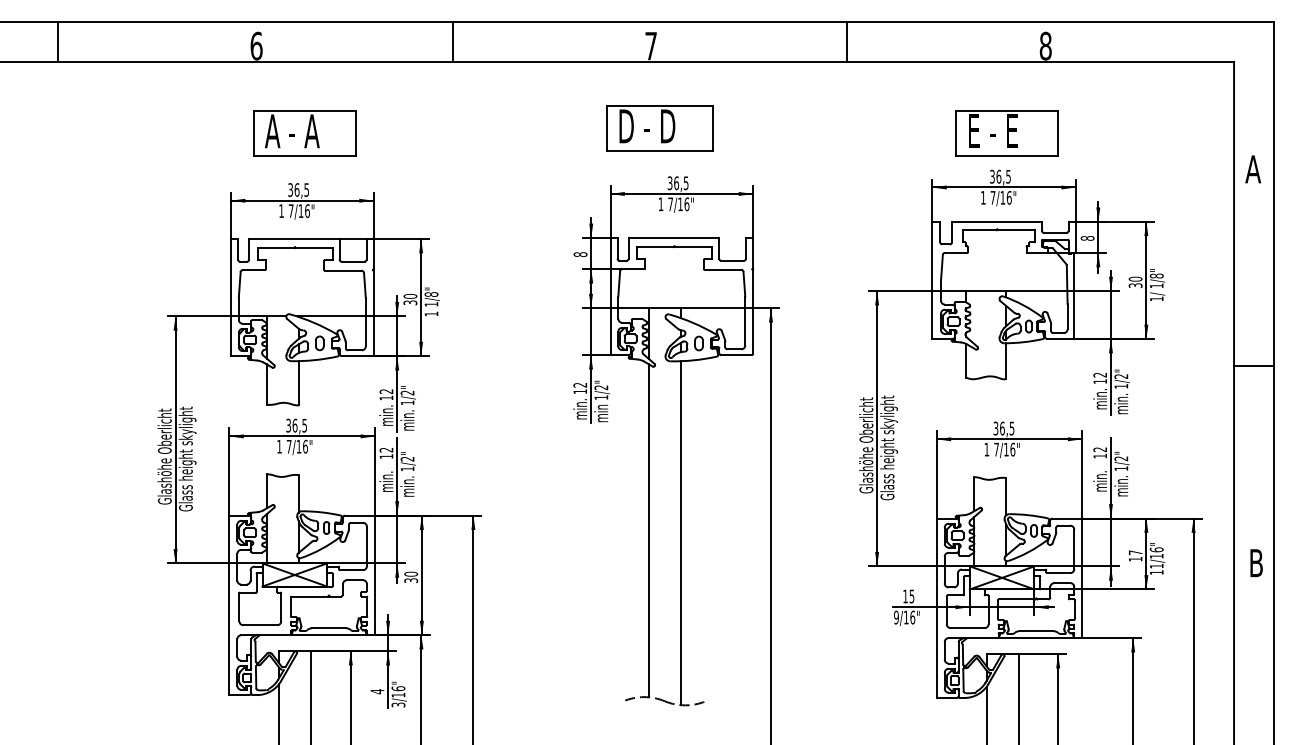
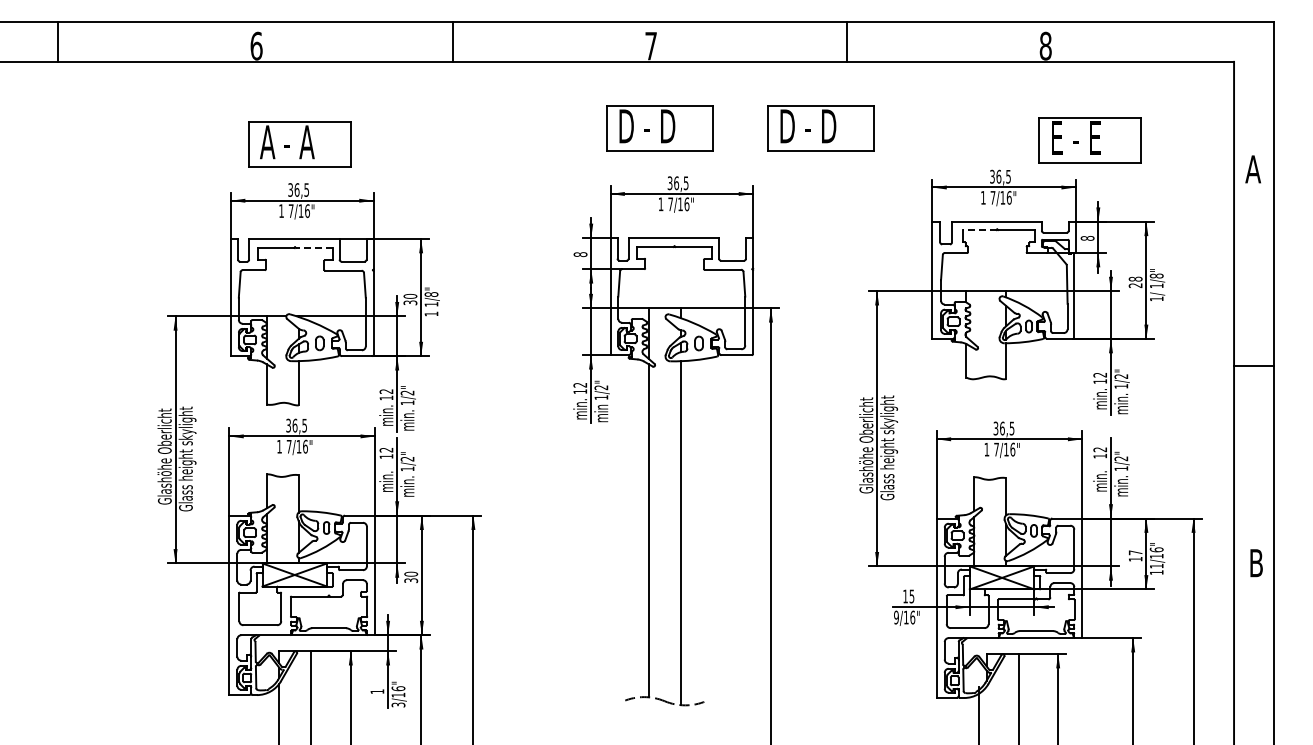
part at (820, 128): none -> present
part at (304, 133) position: (304, 133) -> (299, 144)
part at (1006, 133) position: (1006, 133) -> (1089, 140)
line at (979, 230): solid -> dashed
line at (313, 247): solid -> dashed
text at (1135, 281): 30 -> 28
text at (377, 691): 4 -> 1
line at (986, 713) position: (986, 713) -> (978, 713)
